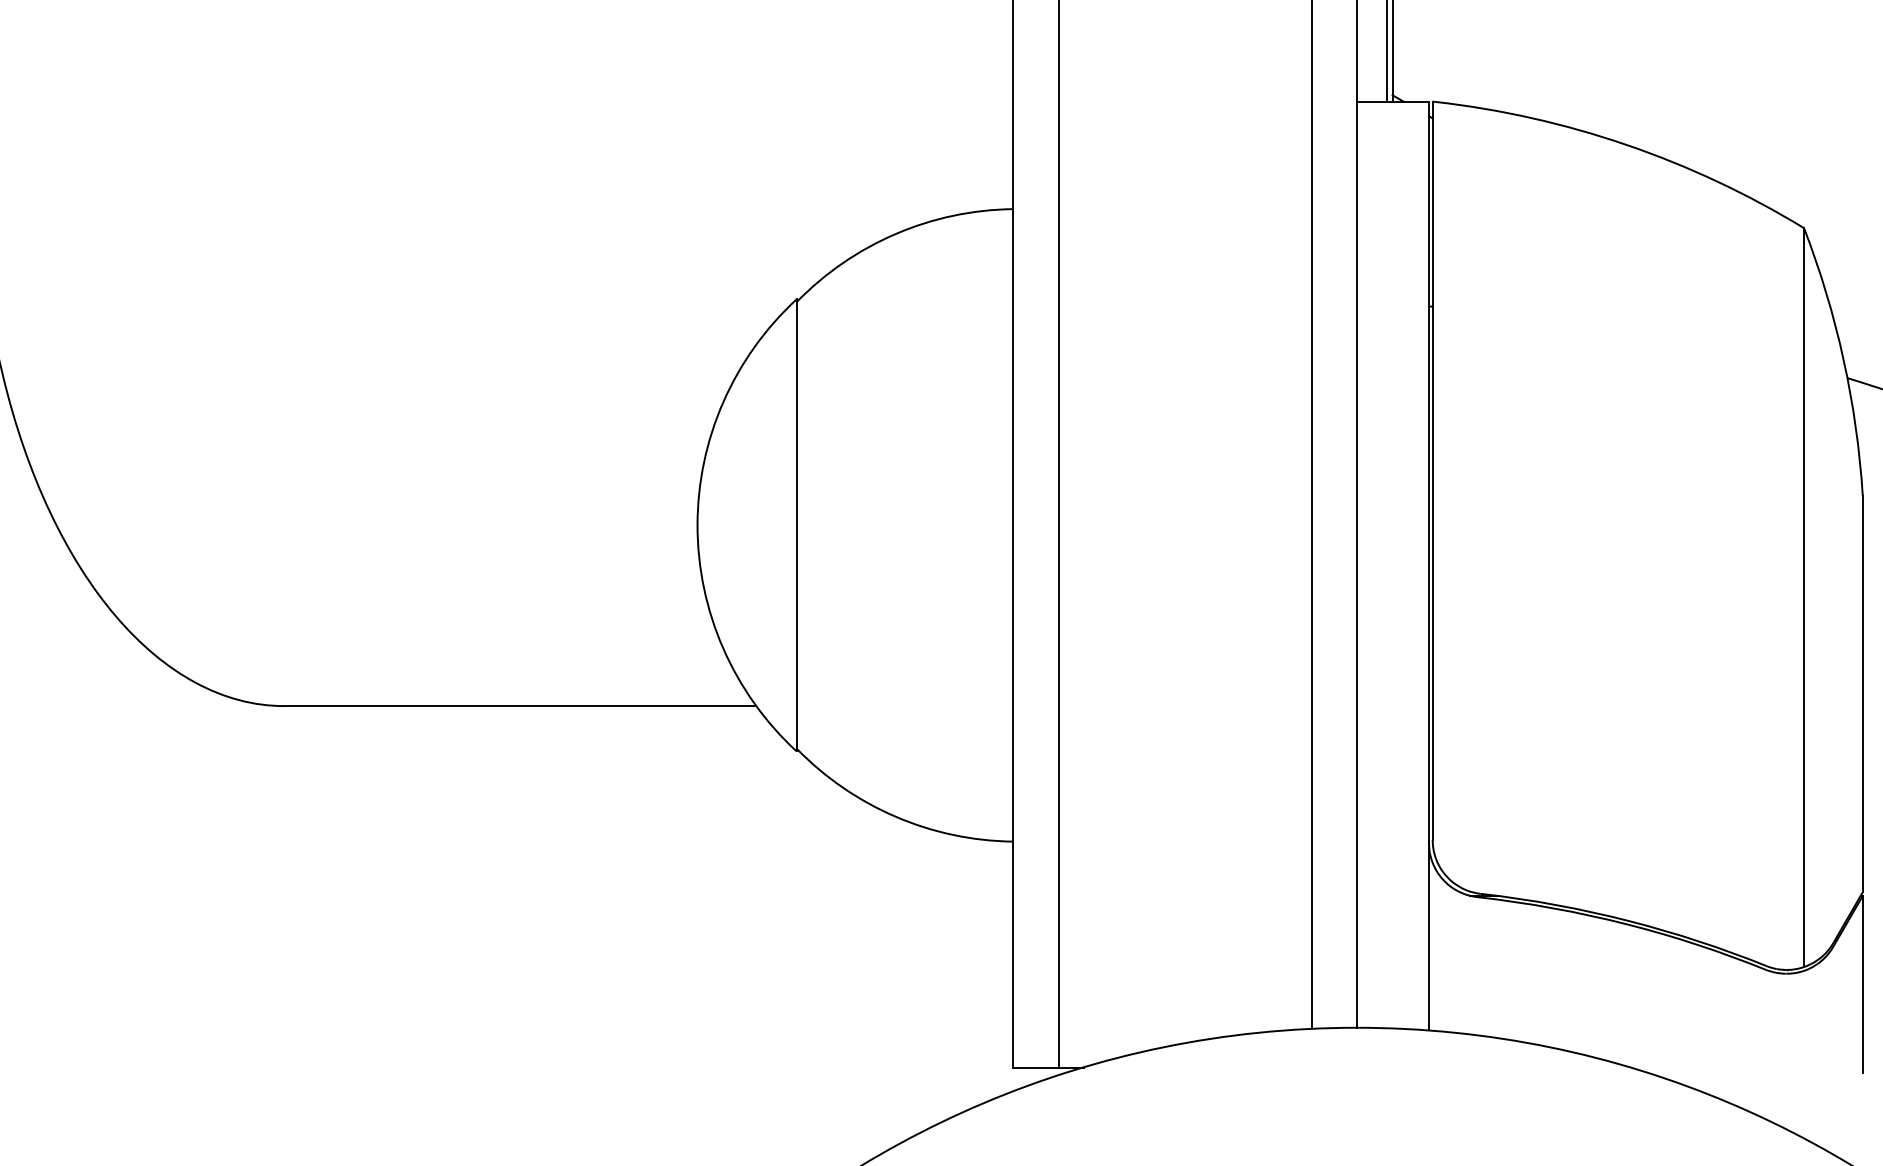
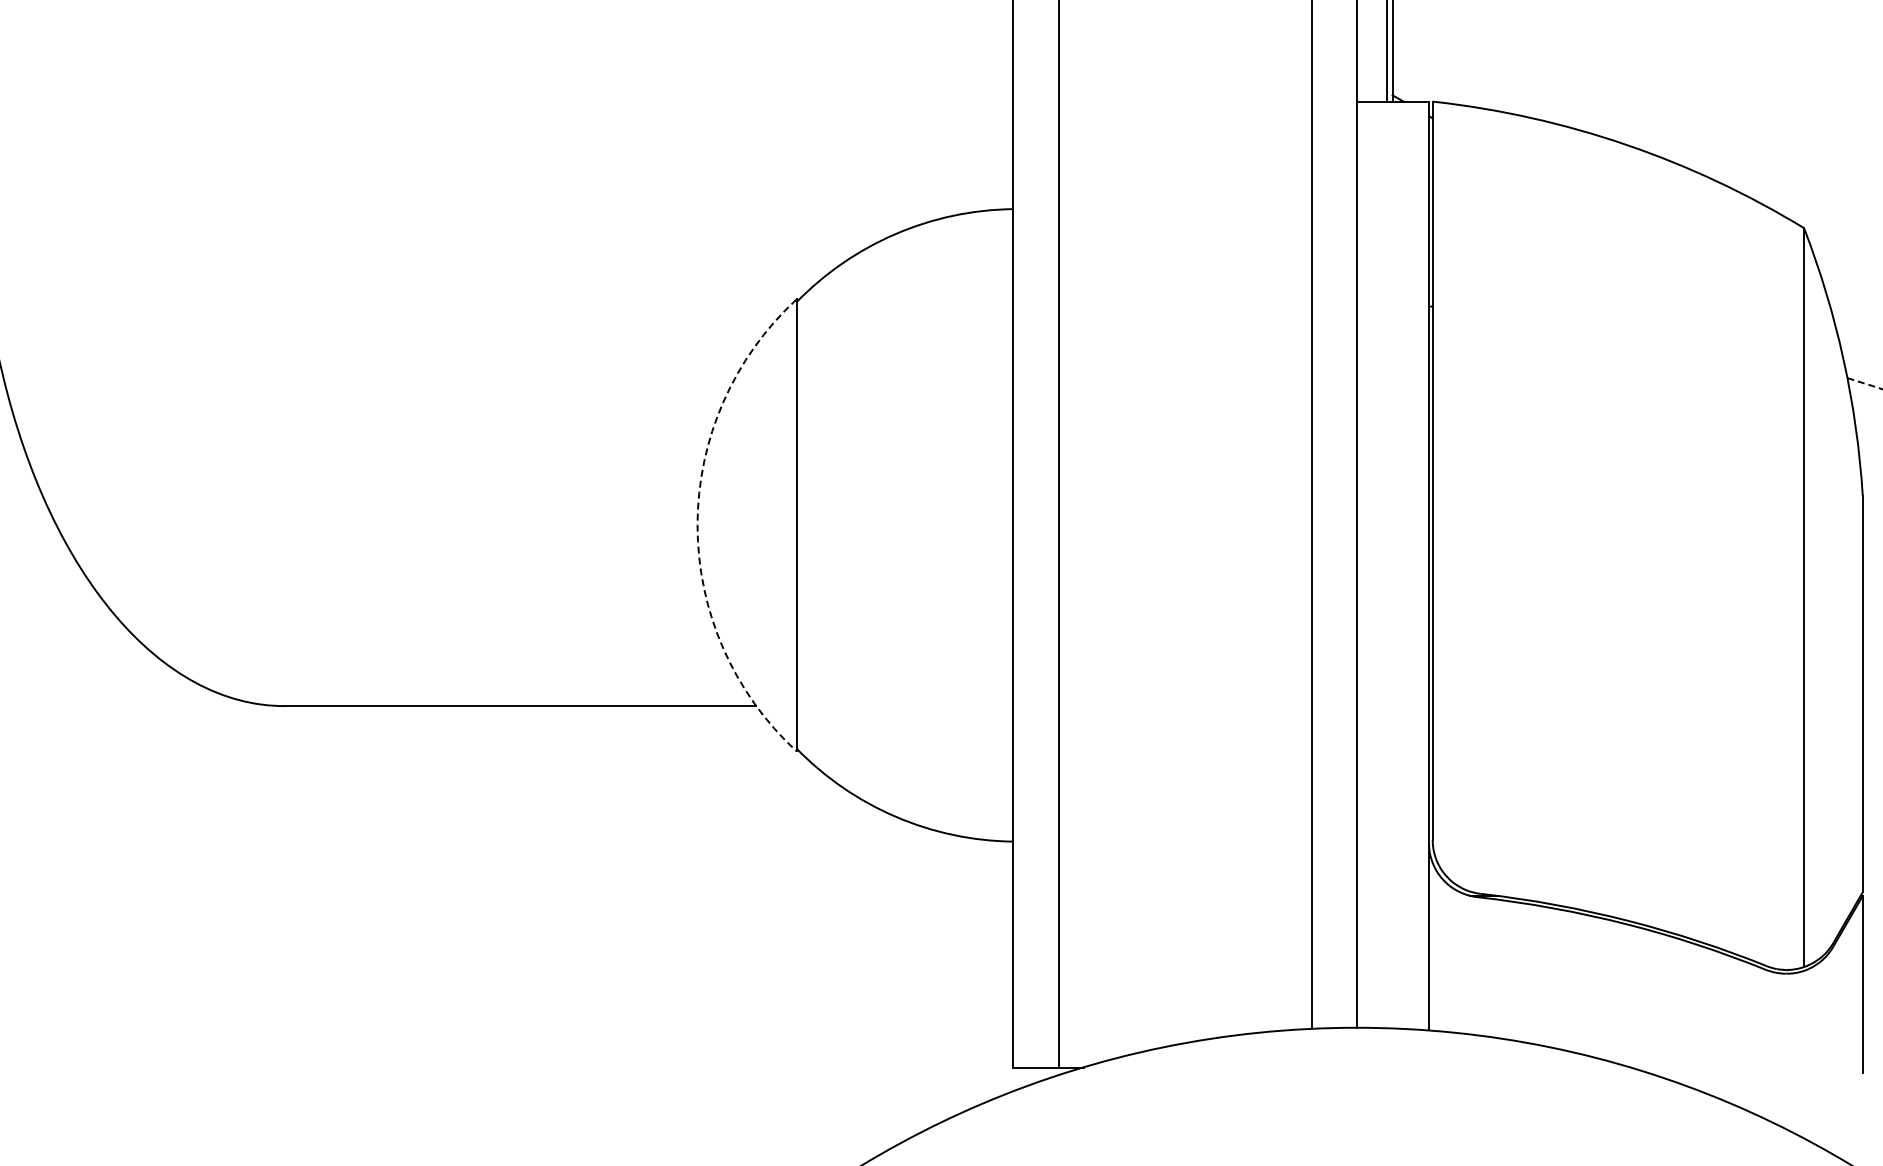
arc at (1864, 383): solid -> dashed
arc at (697, 525): solid -> dashed
